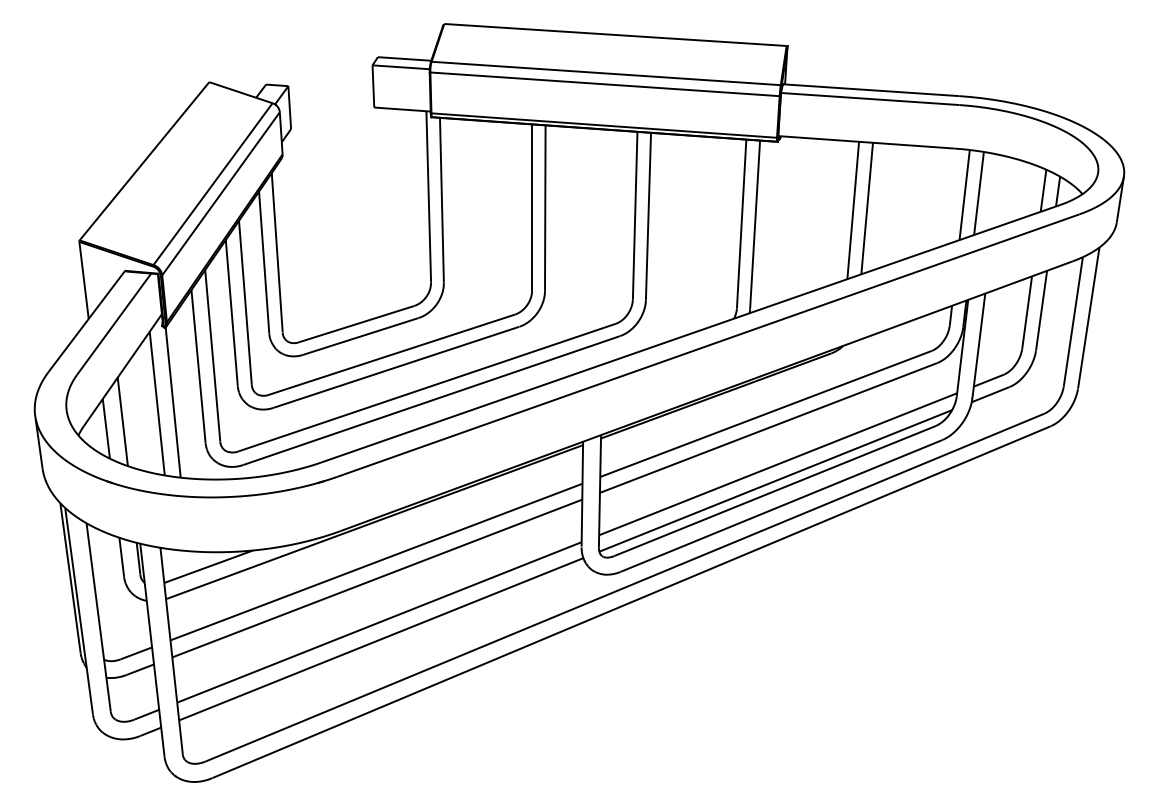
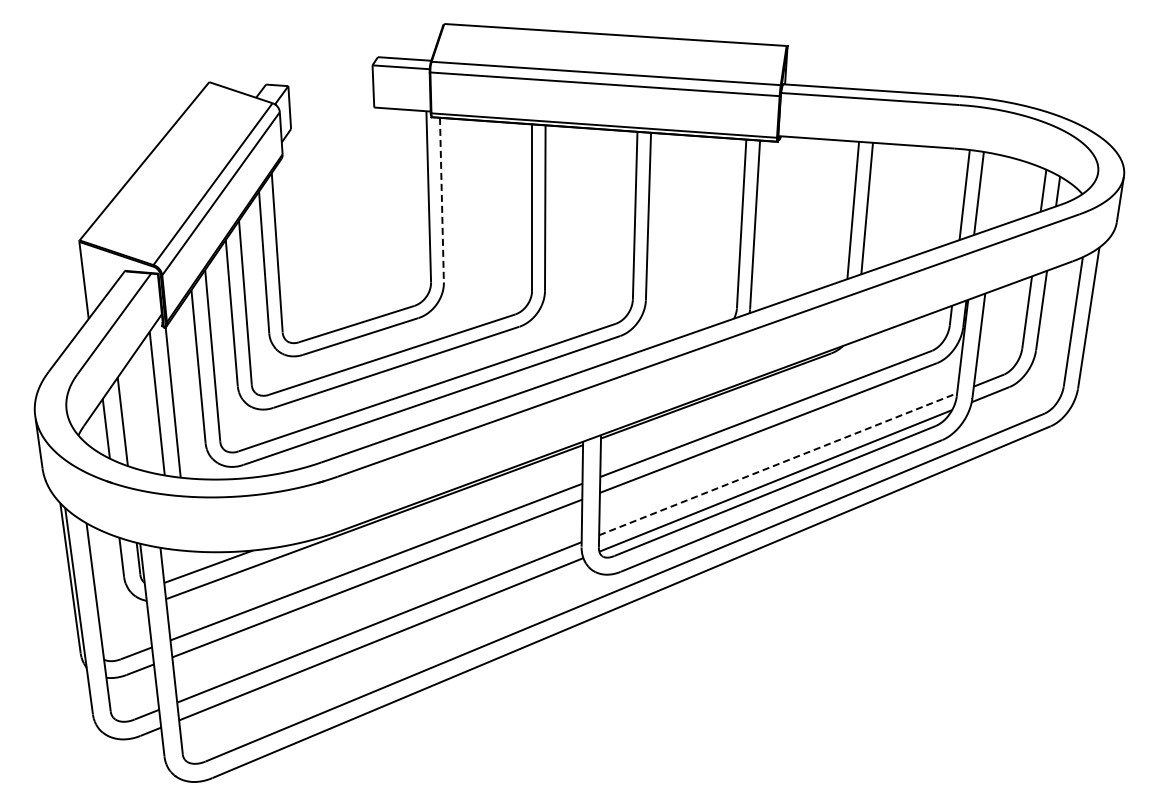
line at (441, 200): solid -> dashed
line at (778, 464): solid -> dashed
